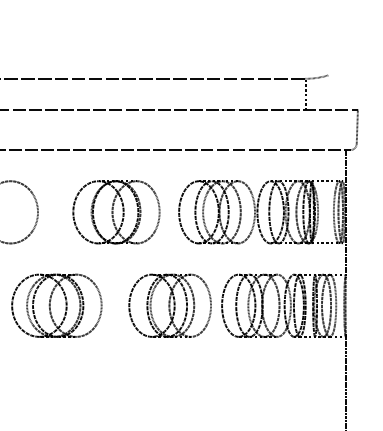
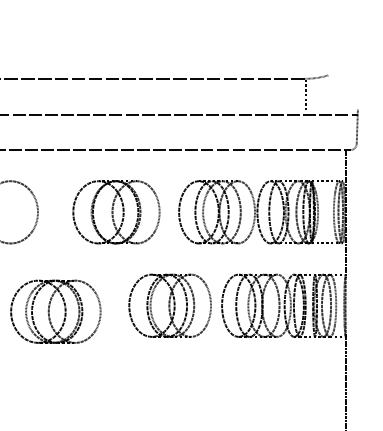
line at (179, 109) position: (179, 109) -> (179, 114)
part at (56, 305) position: (56, 305) -> (55, 311)
